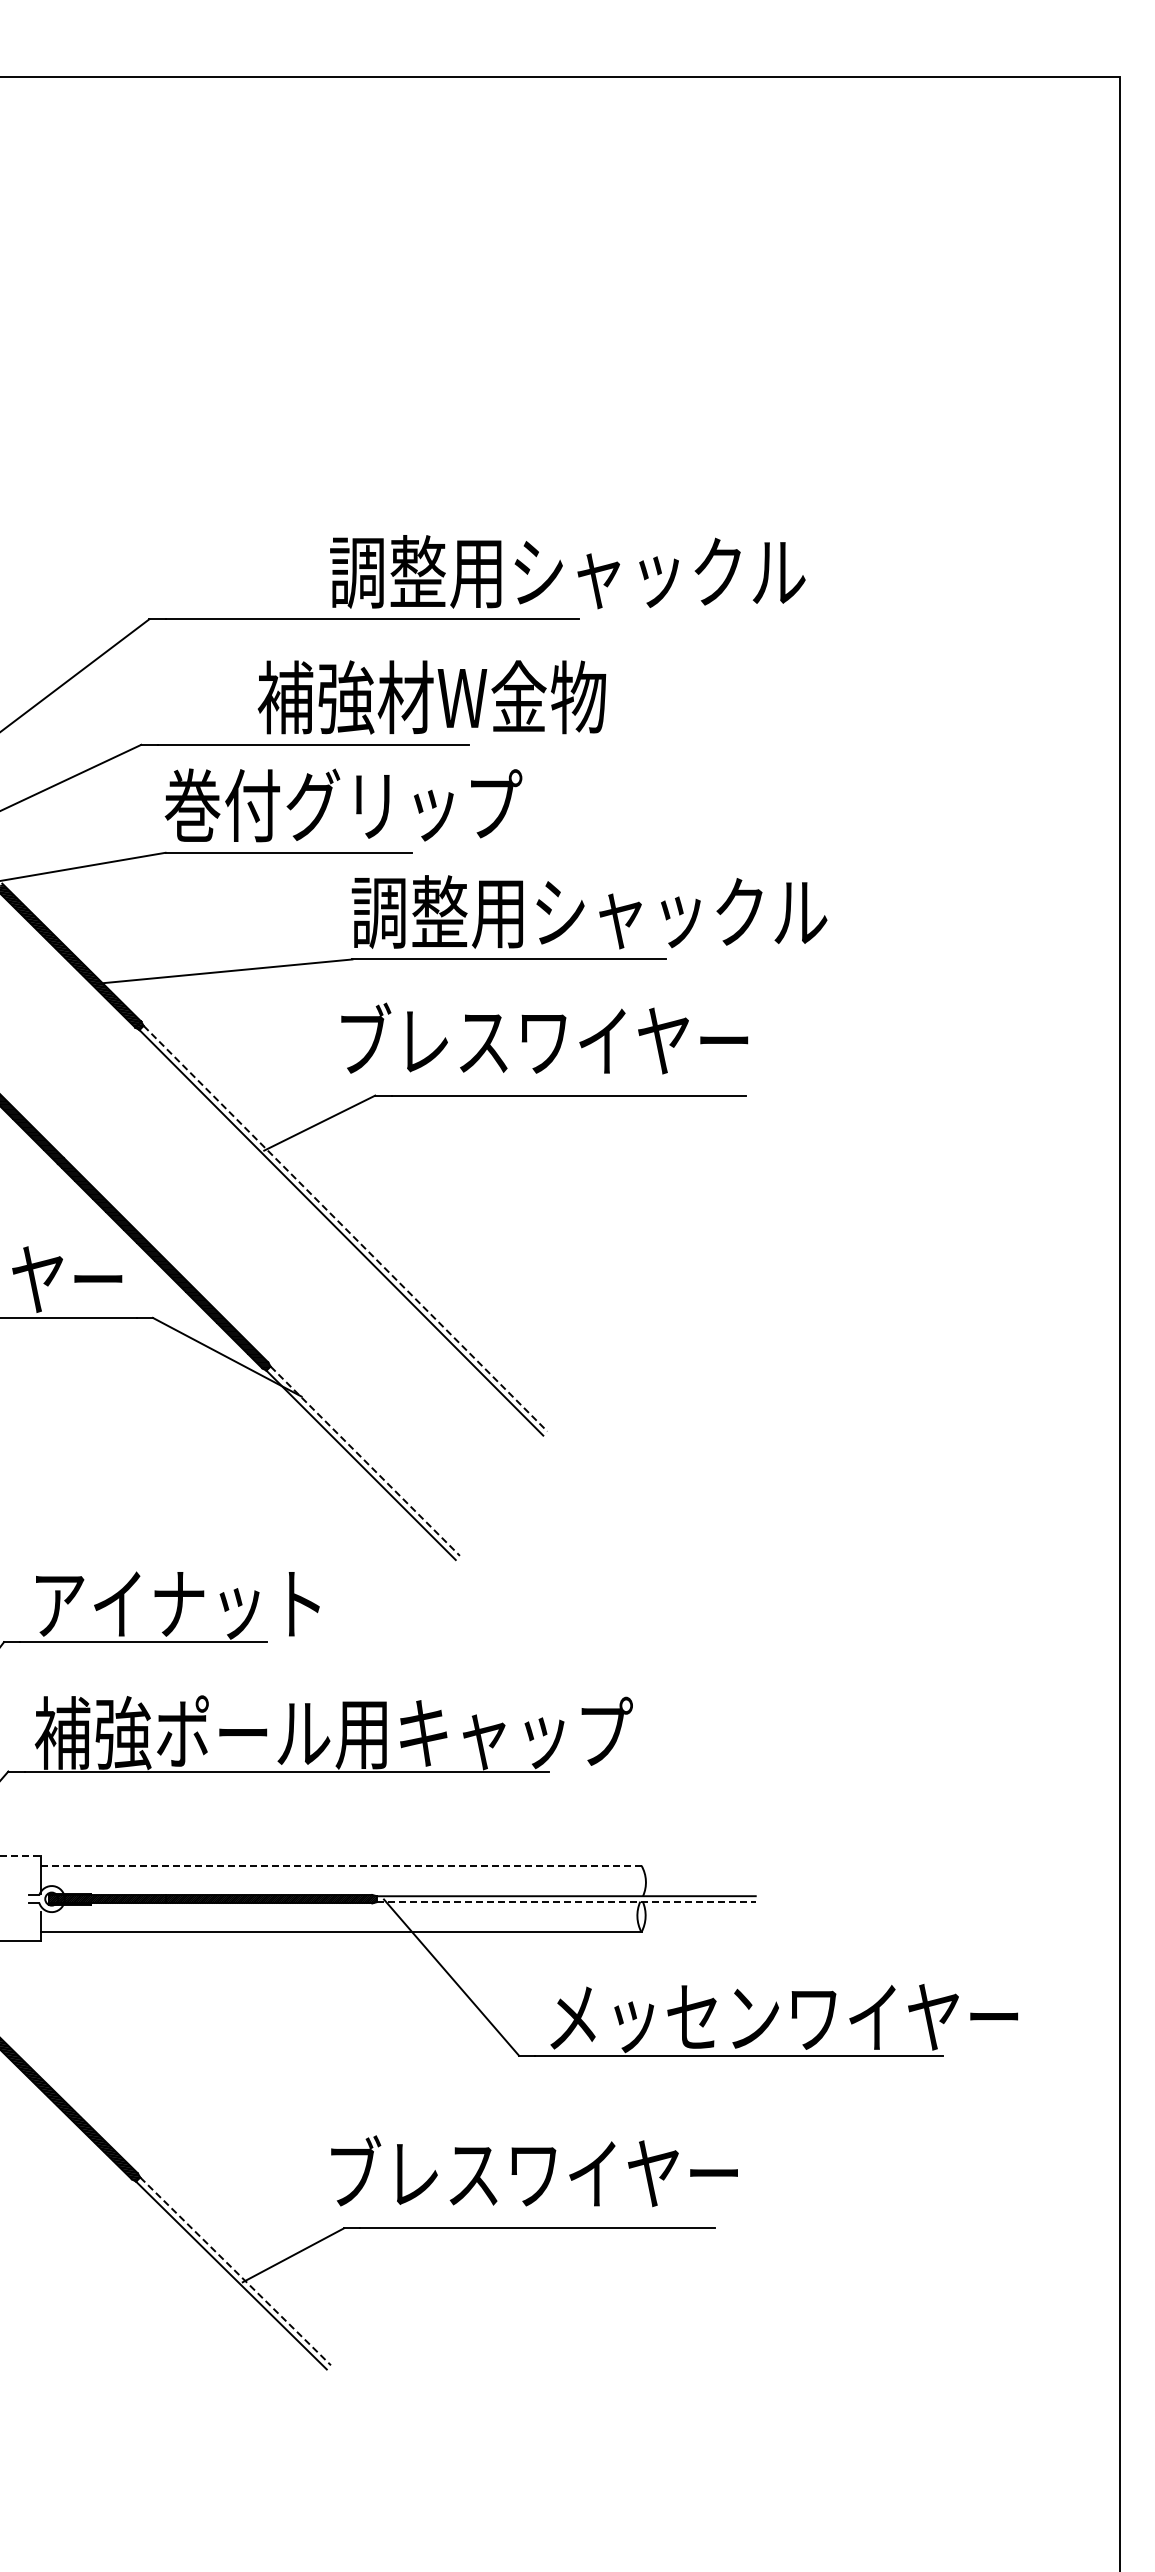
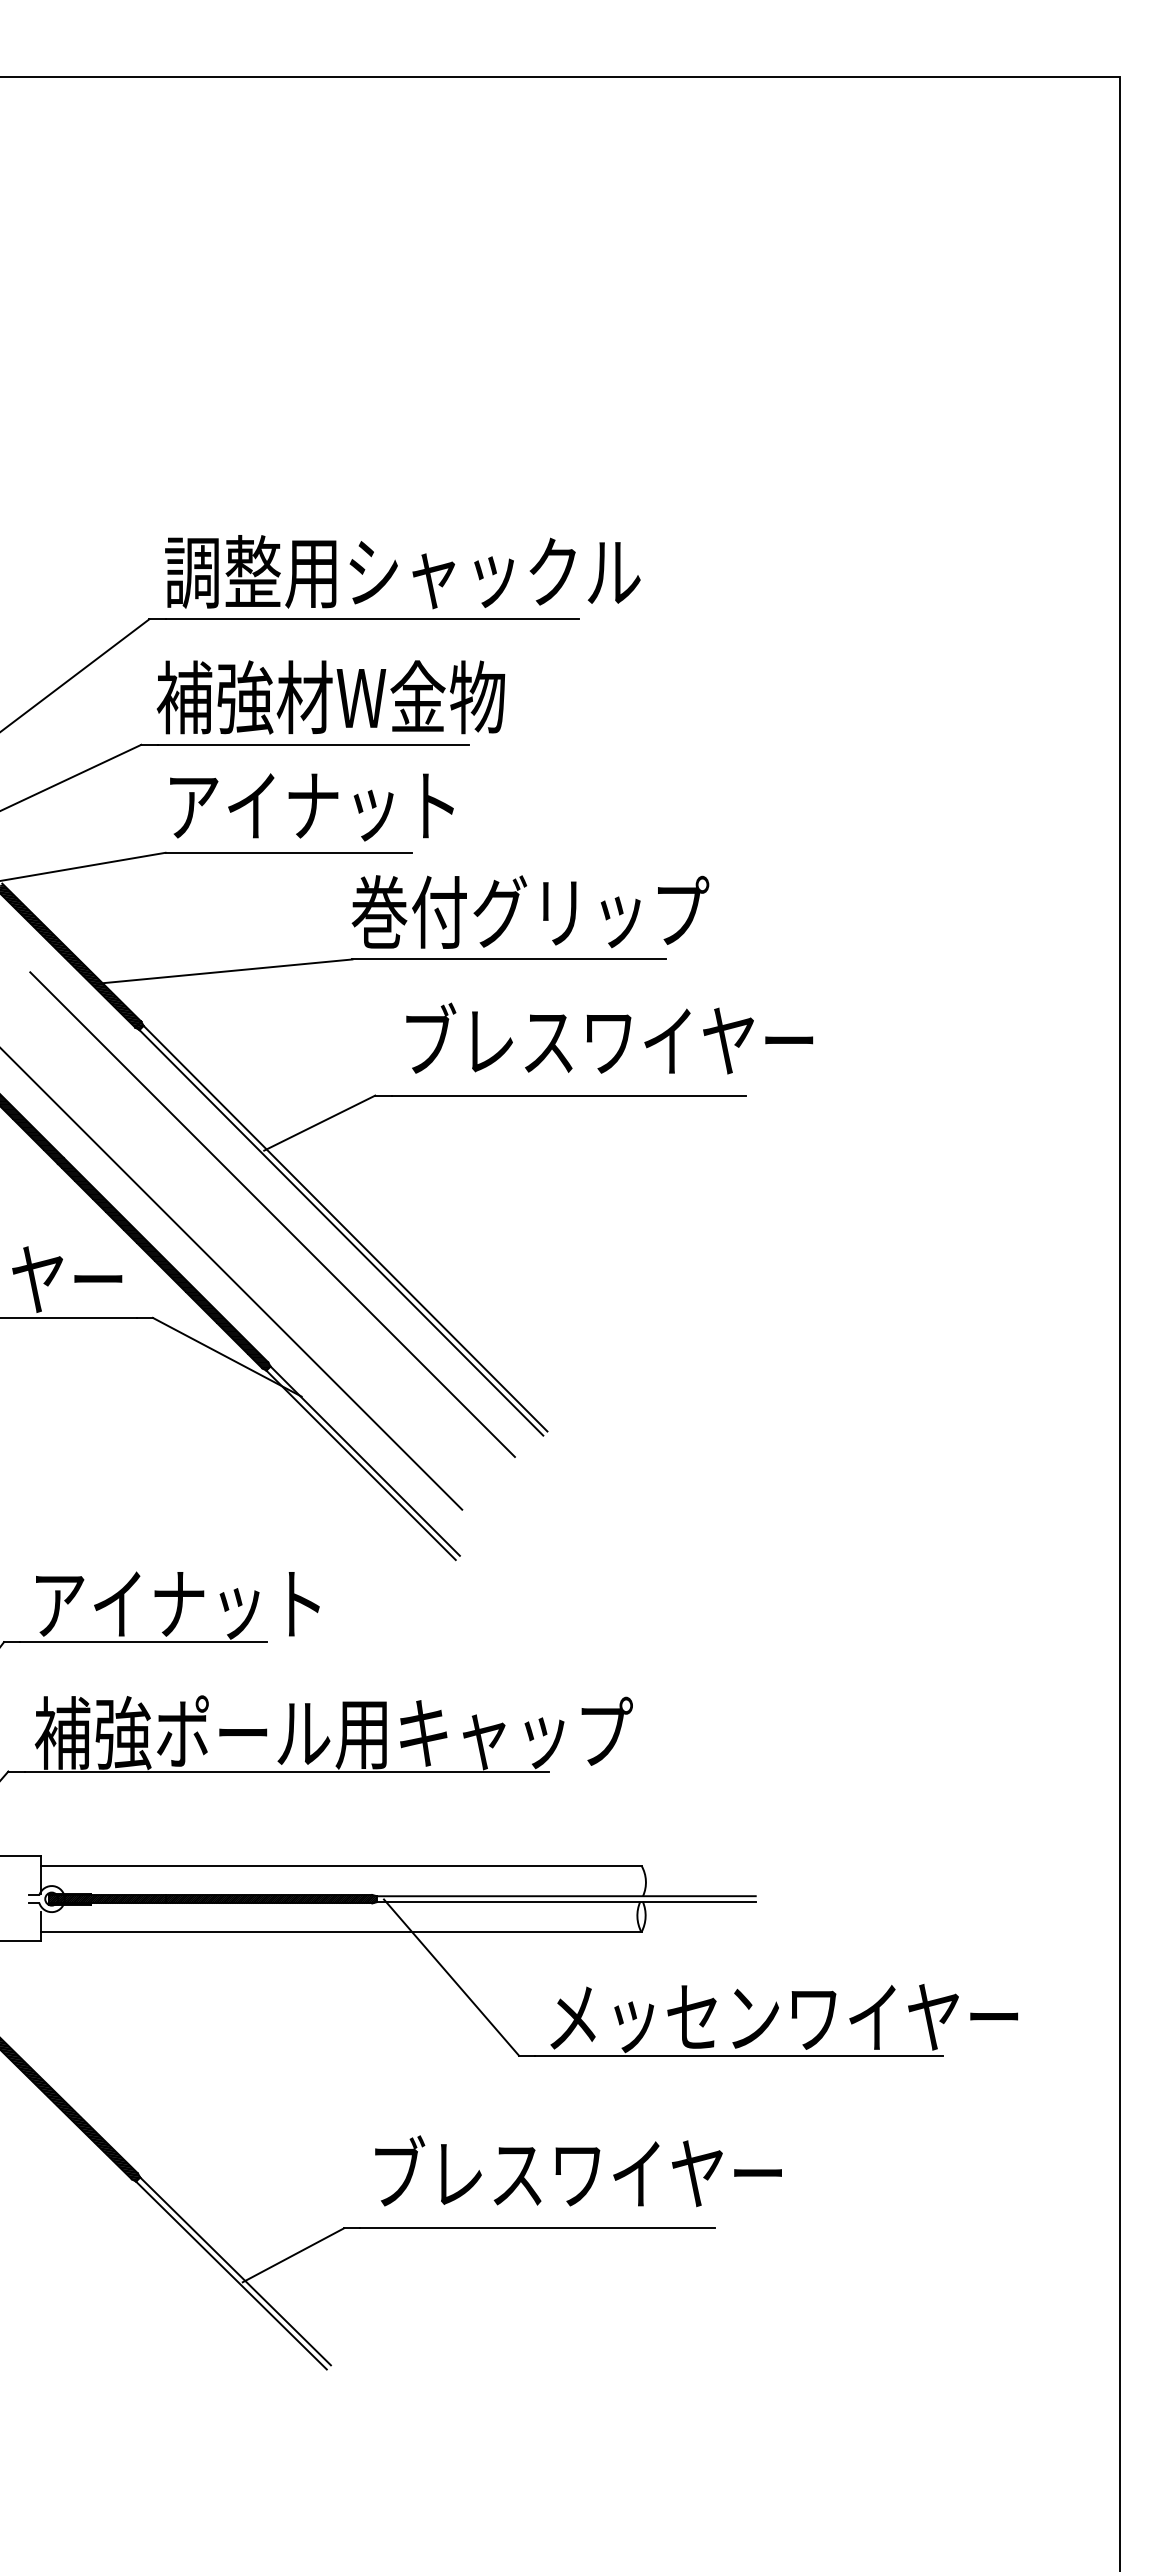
text at (567, 572) position: (567, 572) -> (402, 572)
text at (431, 697) position: (431, 697) -> (330, 697)
text at (343, 805): 巻付グリップ -> アイナット
text at (589, 912): 調整用シャックル -> 巻付グリップ
text at (544, 1038) position: (544, 1038) -> (609, 1038)
line at (272, 1214): none -> present
line at (345, 1229): dashed -> solid
line at (232, 1279): none -> present
line at (365, 1461): dashed -> solid
line at (21, 1856): dashed -> solid
line at (341, 1865): dashed -> solid
line at (566, 1901): dashed -> solid
text at (534, 2171) position: (534, 2171) -> (578, 2171)
line at (235, 2271): dashed -> solid
